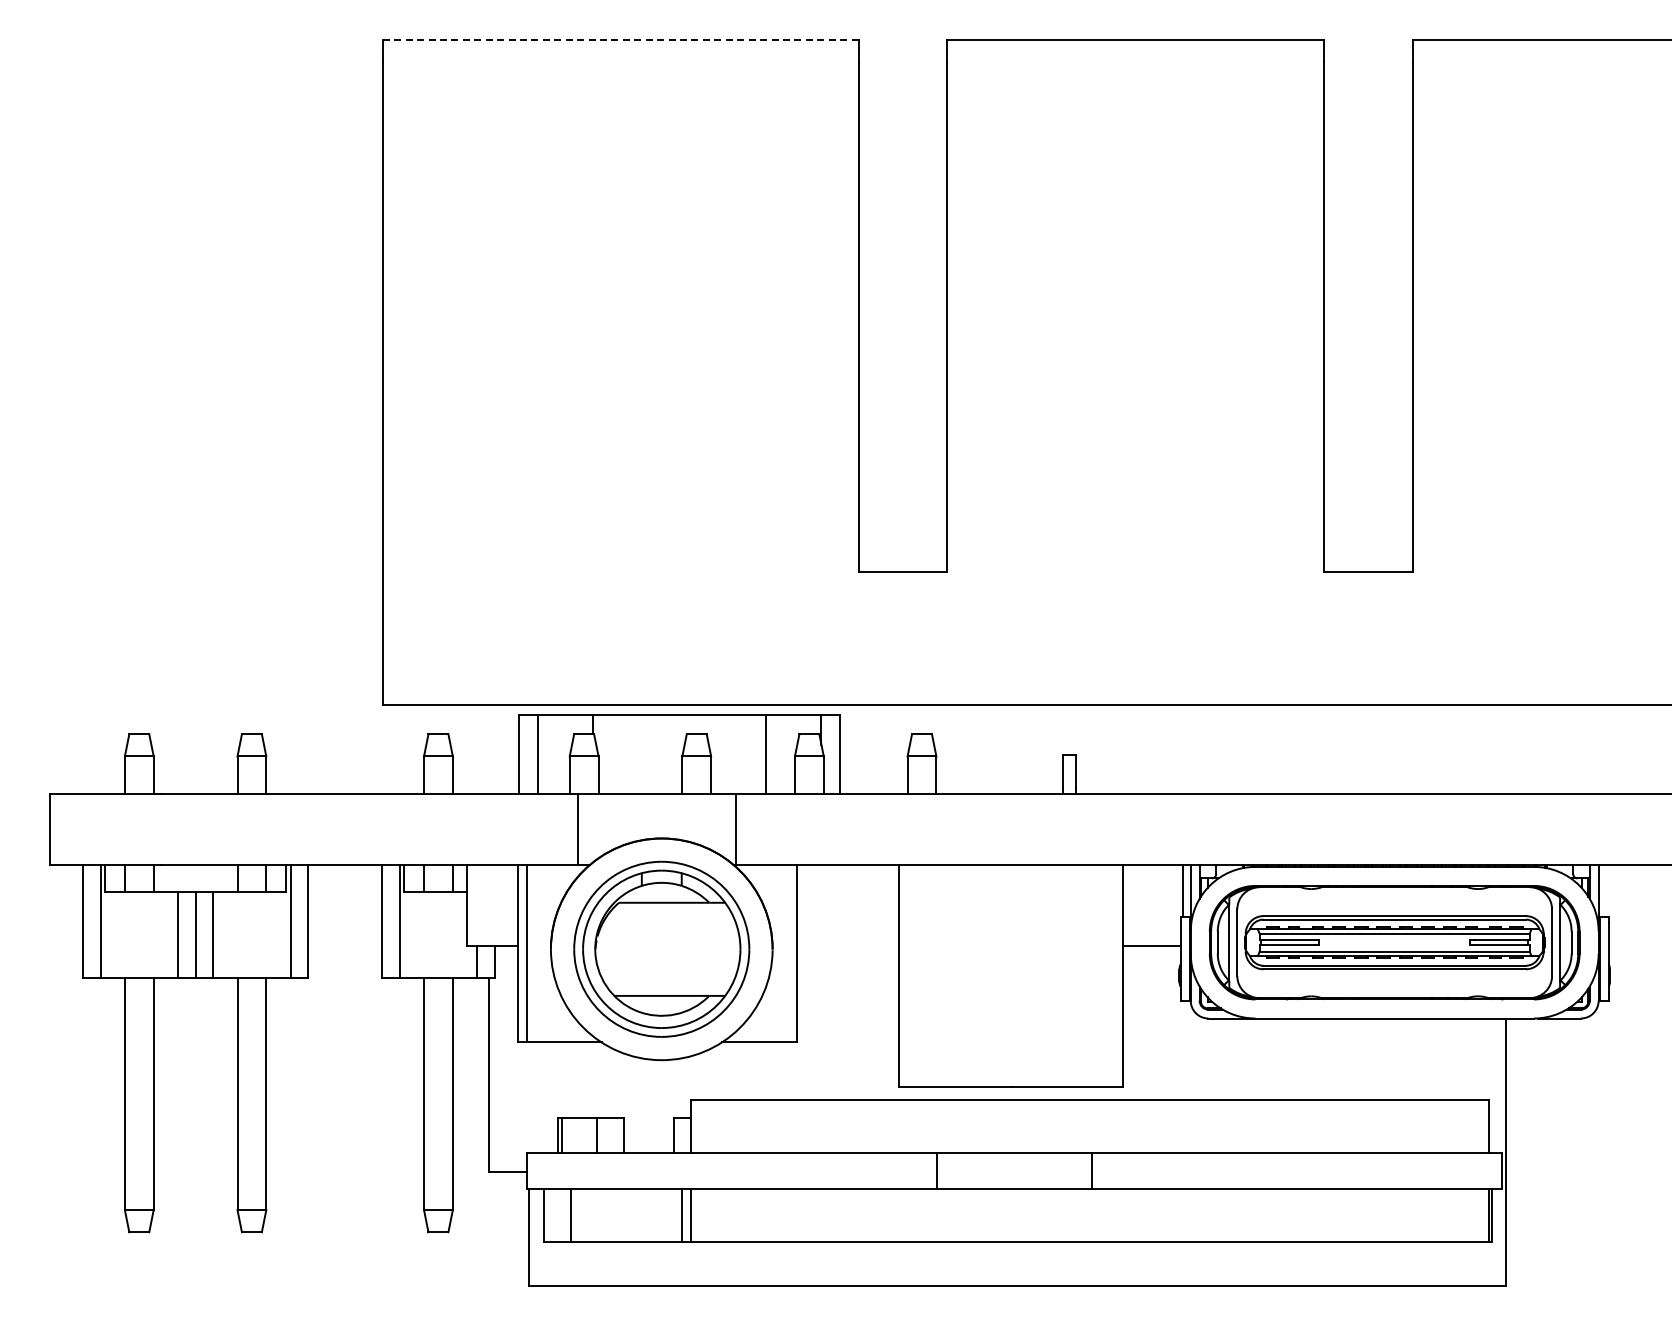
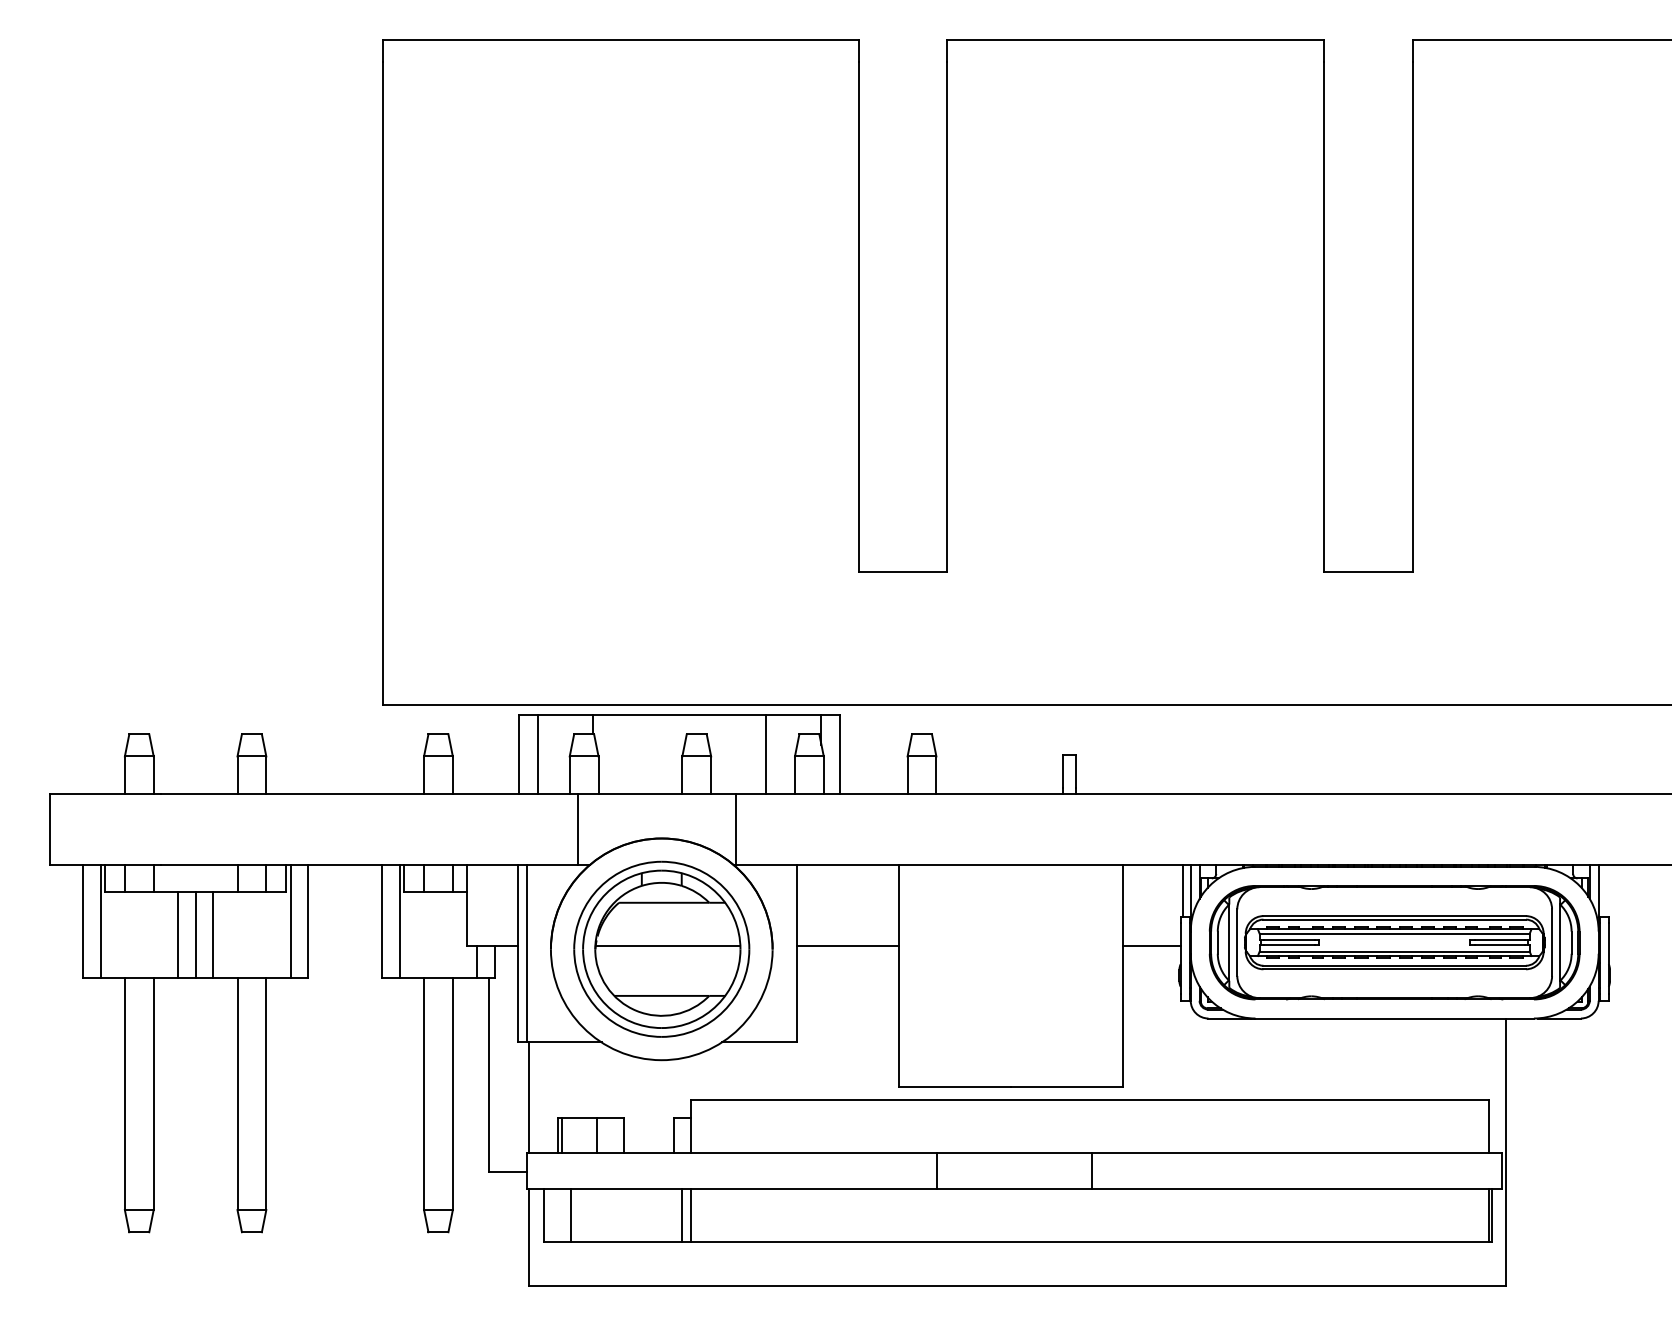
line at (620, 39): dashed -> solid
line at (667, 946): none -> present
line at (847, 946): none -> present
line at (529, 1097): none -> present
